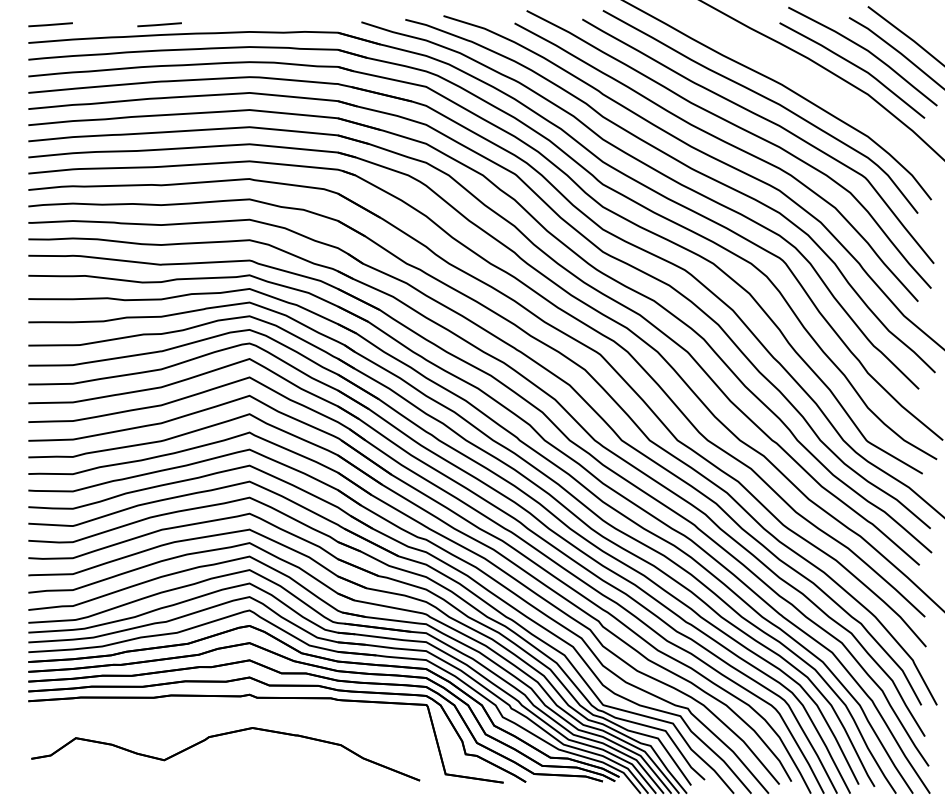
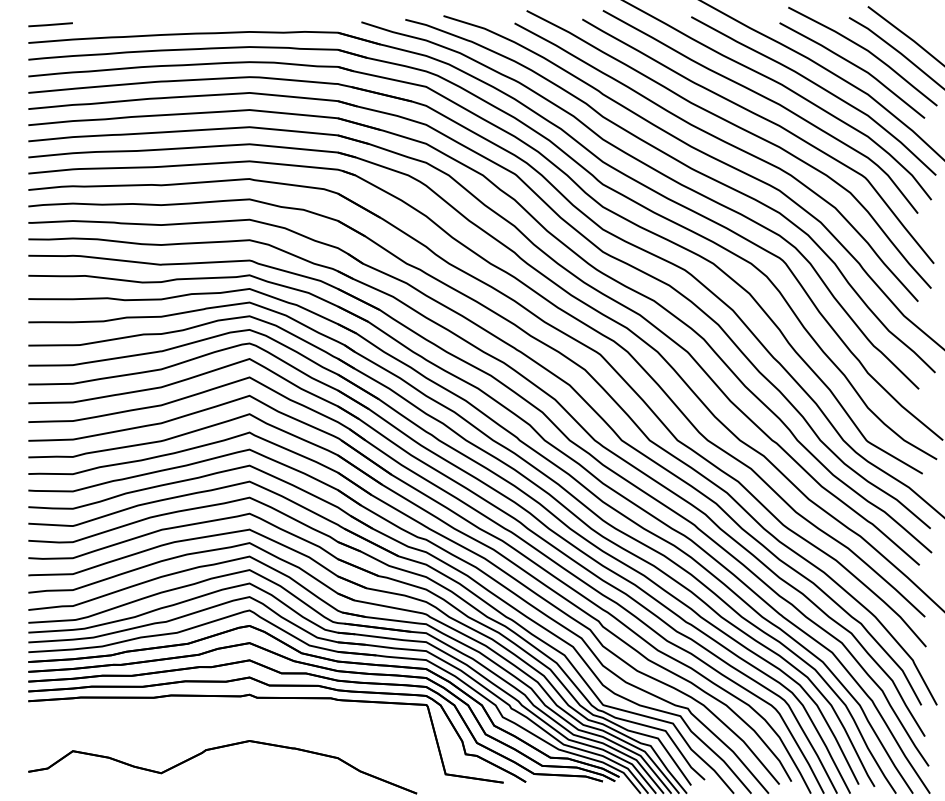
line at (159, 24): present -> none
curve at (817, 86): none -> present
part at (223, 735) position: (223, 735) -> (220, 748)
